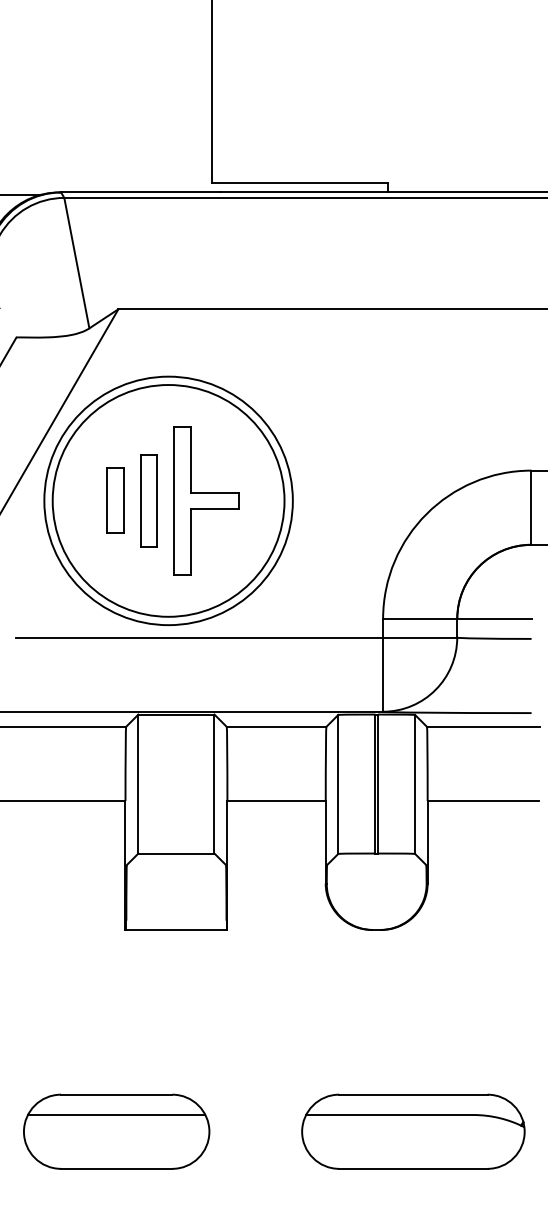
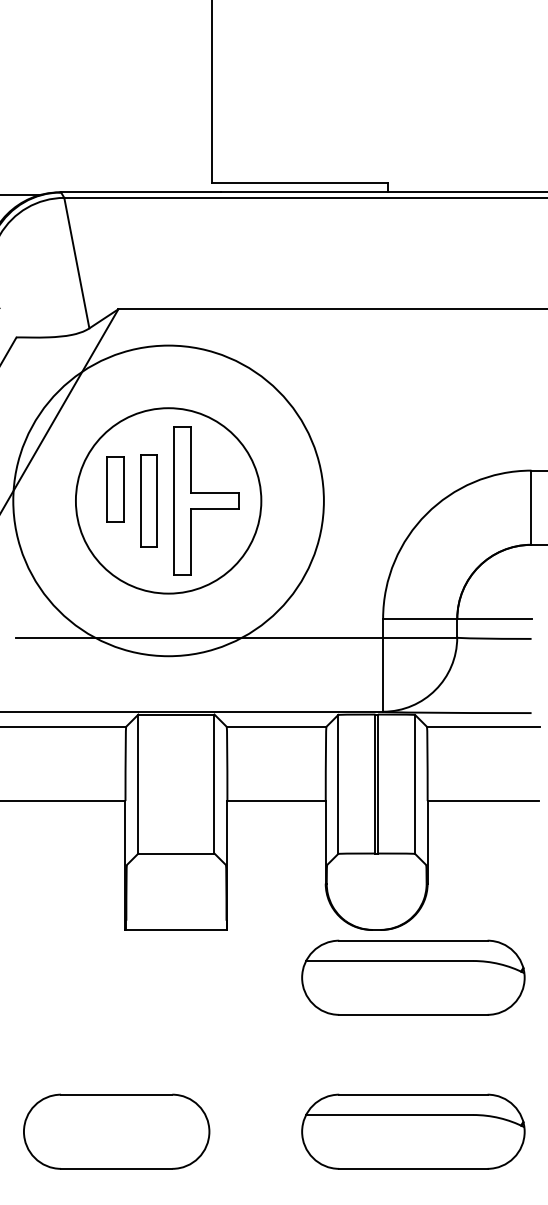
part at (115, 500) position: (115, 500) -> (115, 489)
circle at (168, 500) diameter: 232 px -> 185 px
circle at (168, 500) diameter: 248 px -> 311 px
part at (413, 977): none -> present
line at (116, 1115): present -> none
